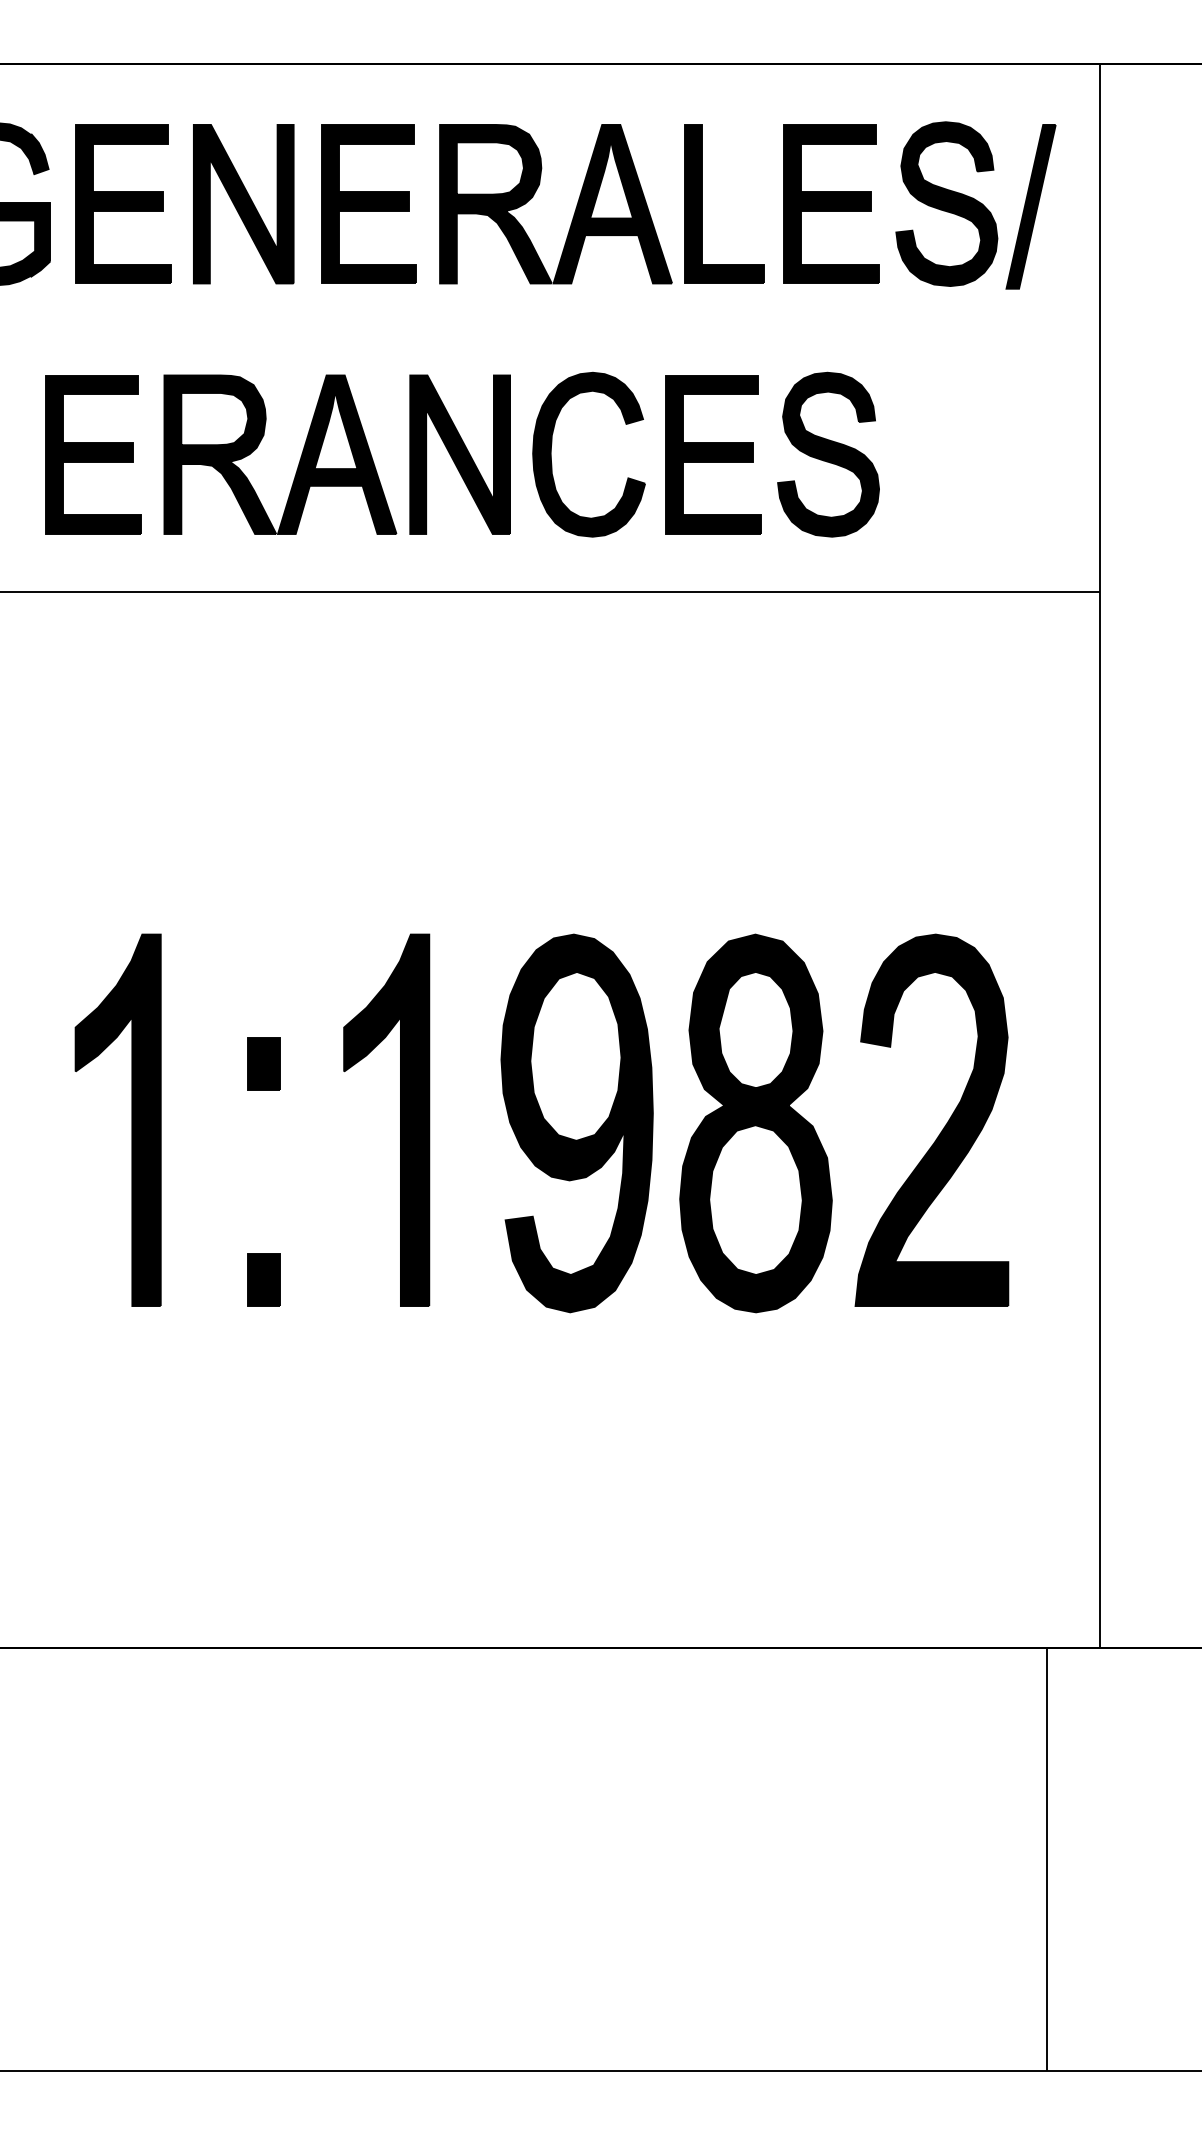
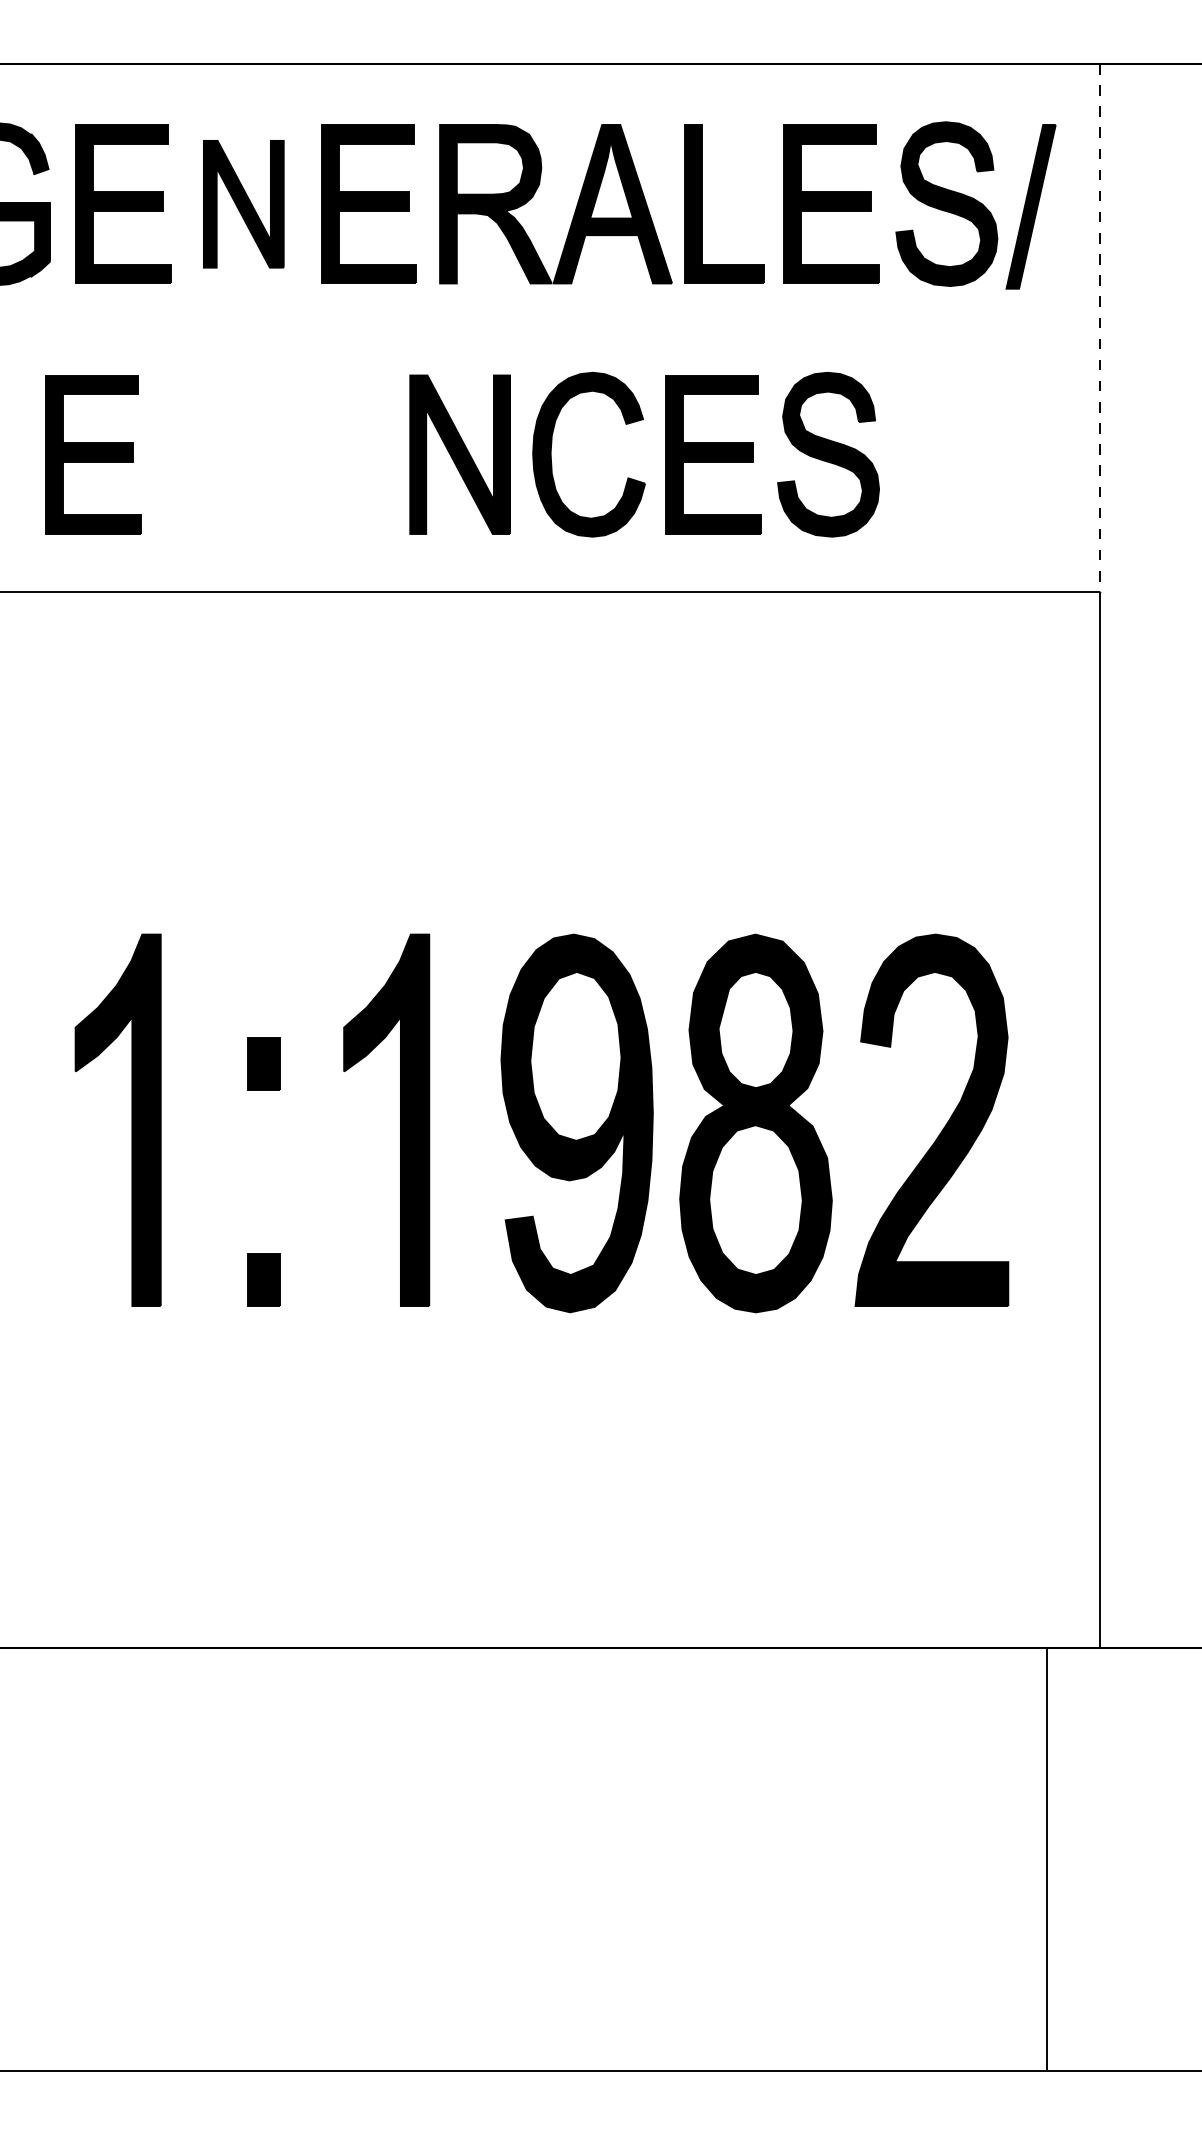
part at (243, 204) size: 102x161 px -> 82x129 px
line at (1099, 328): solid -> dashed
part at (299, 460): present -> none
